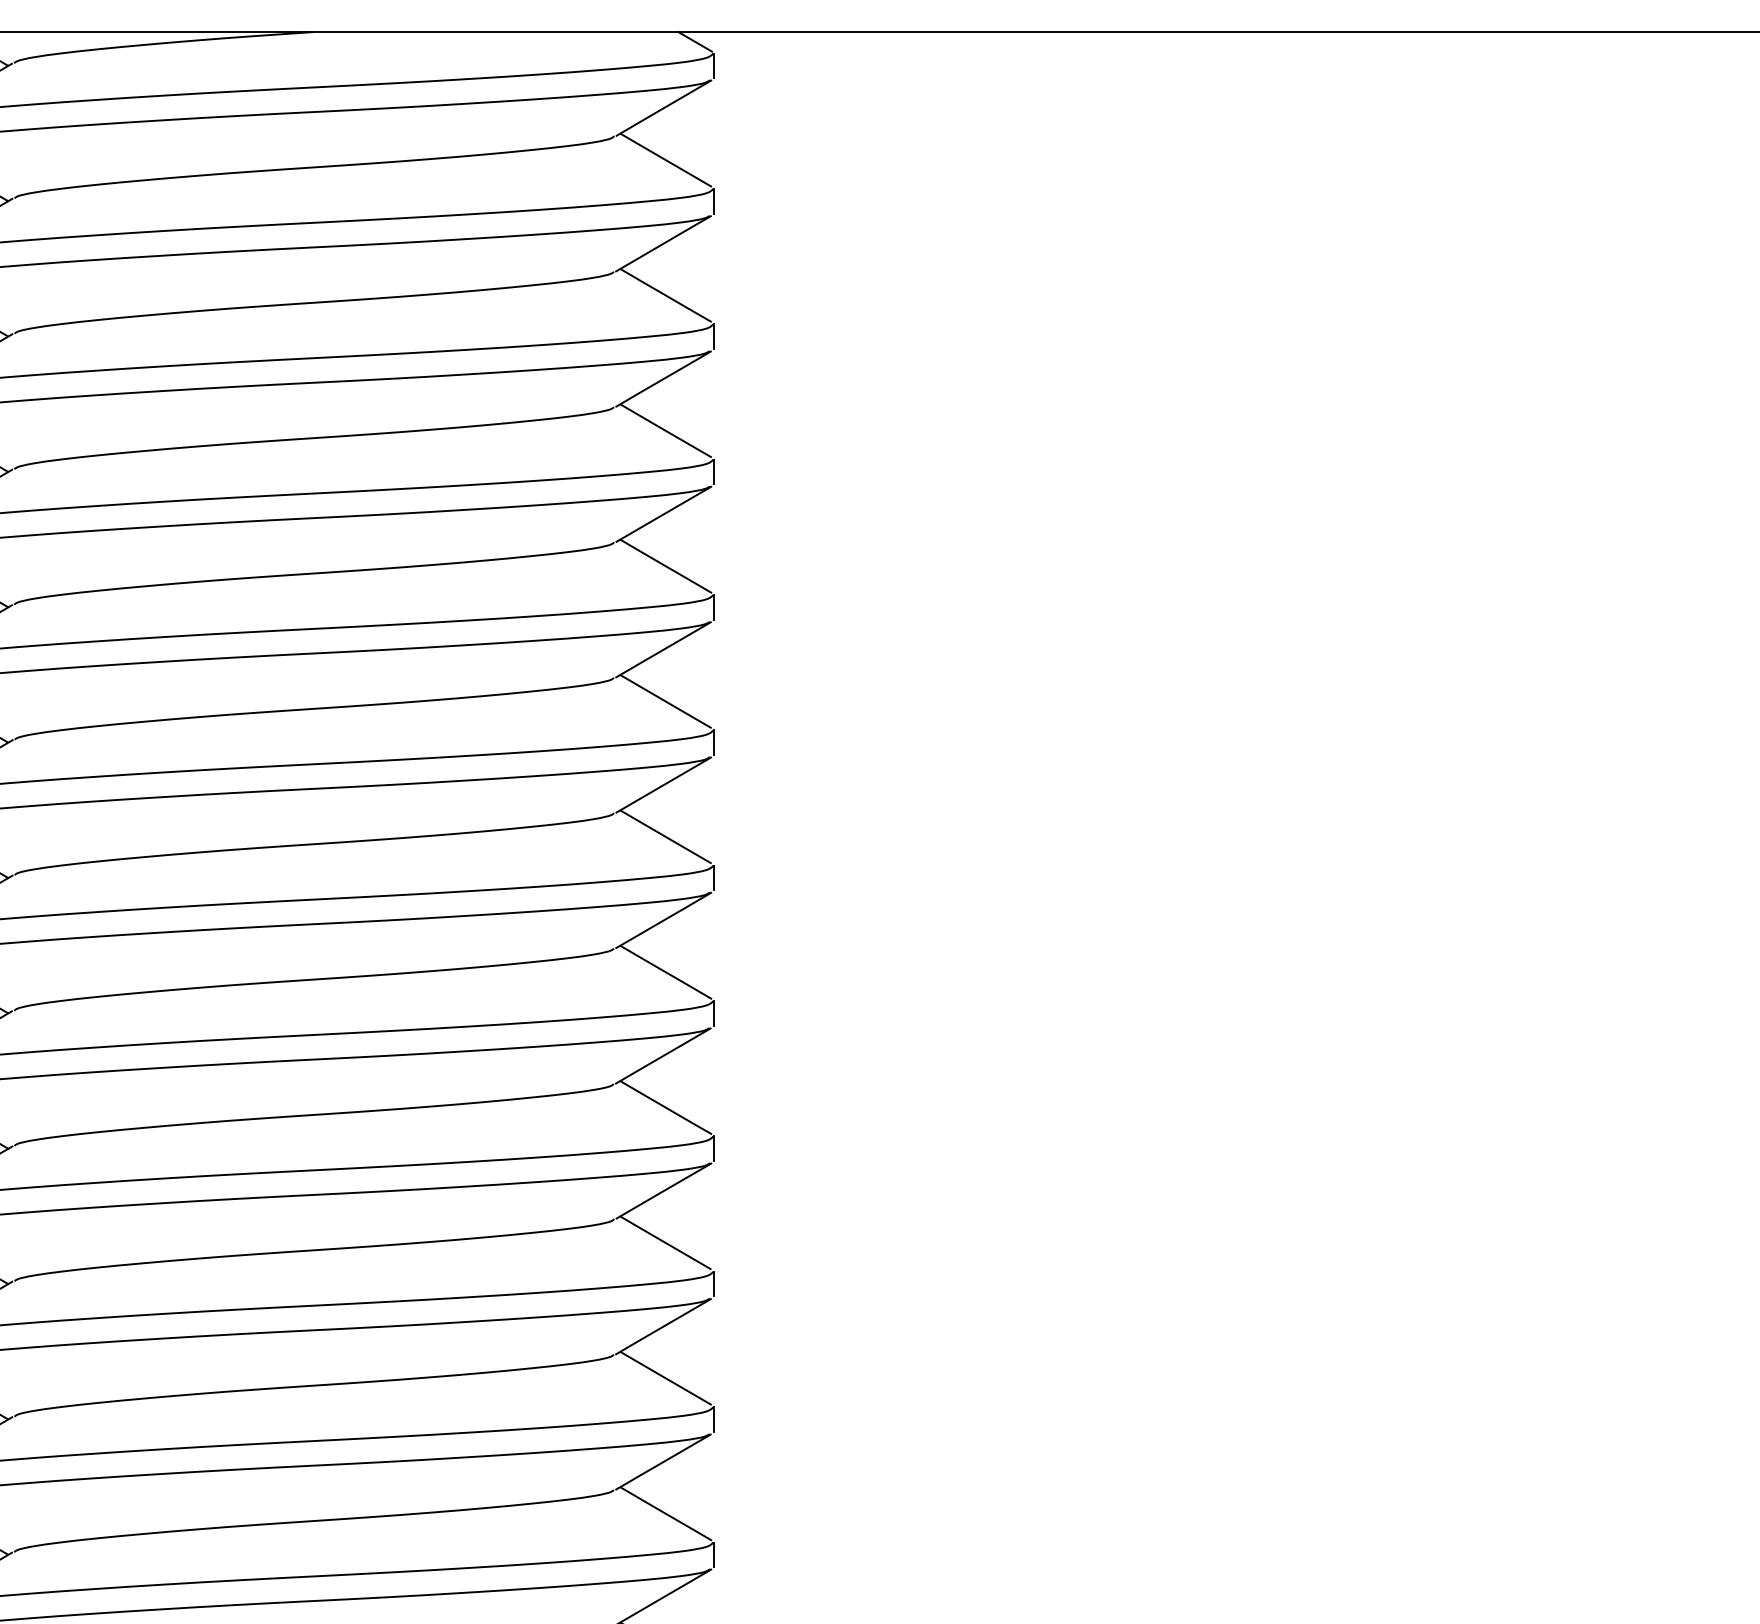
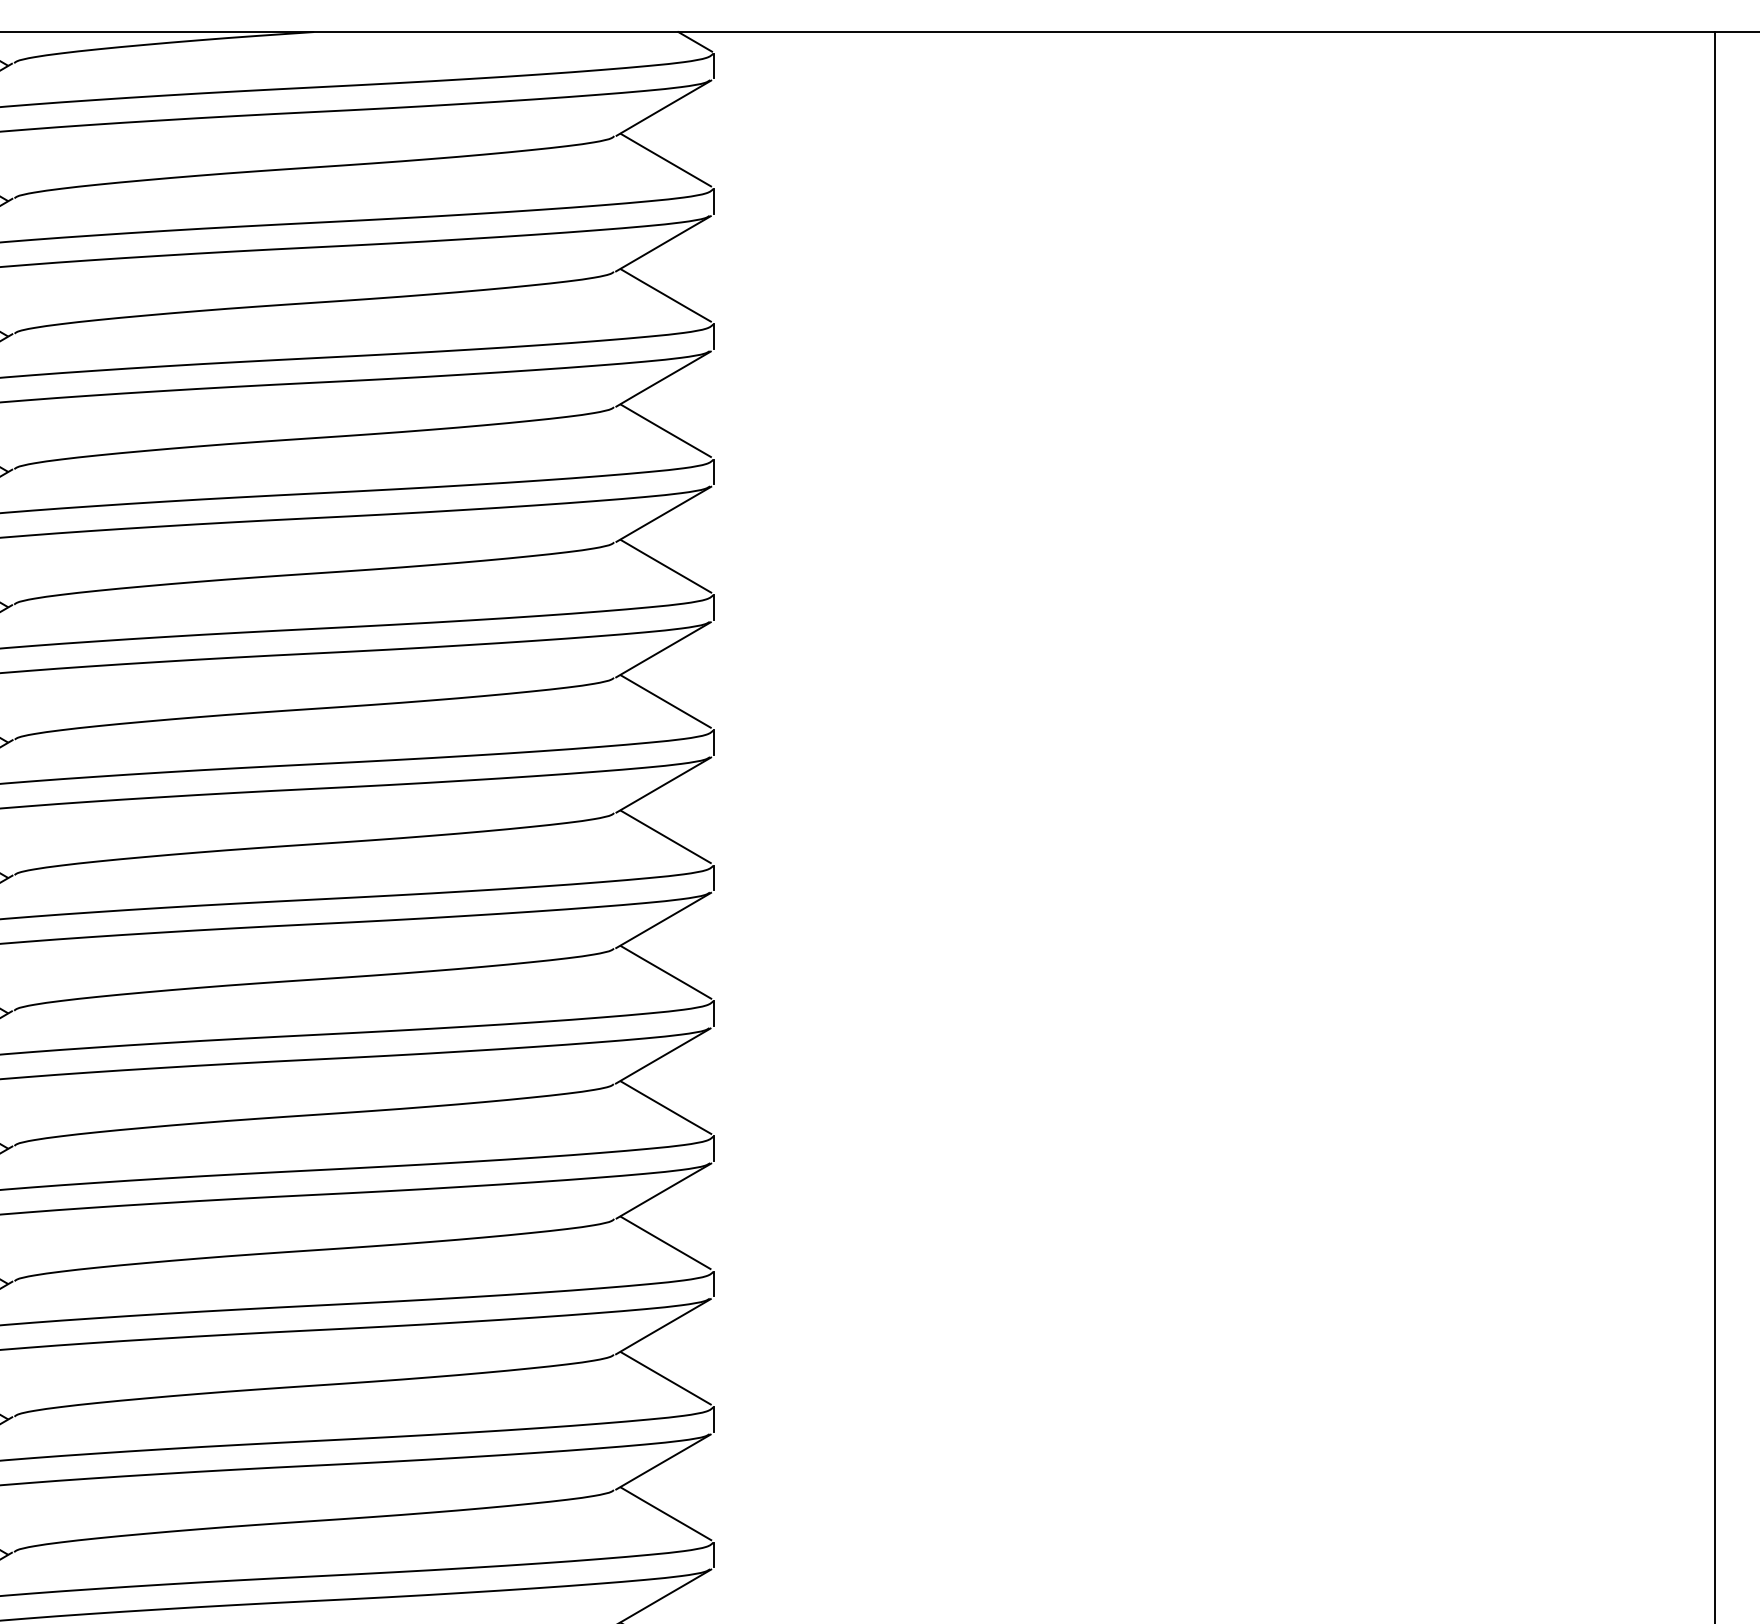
line at (1715, 826): none -> present
